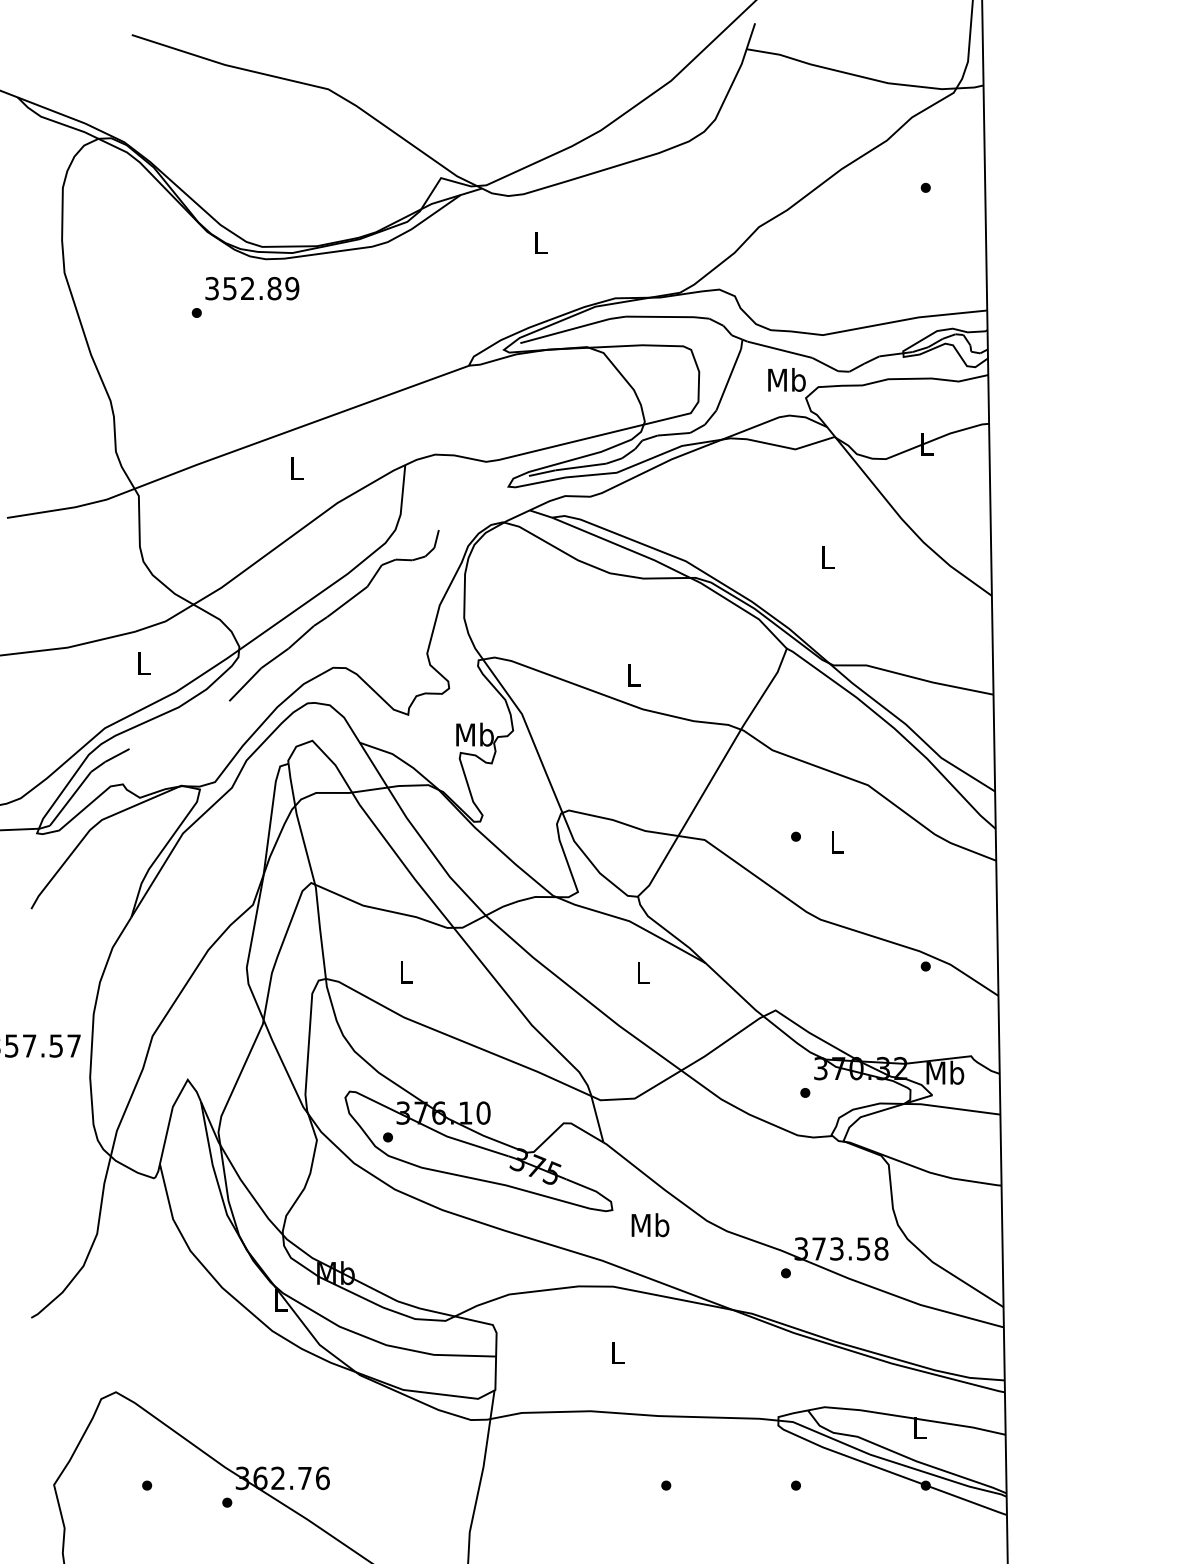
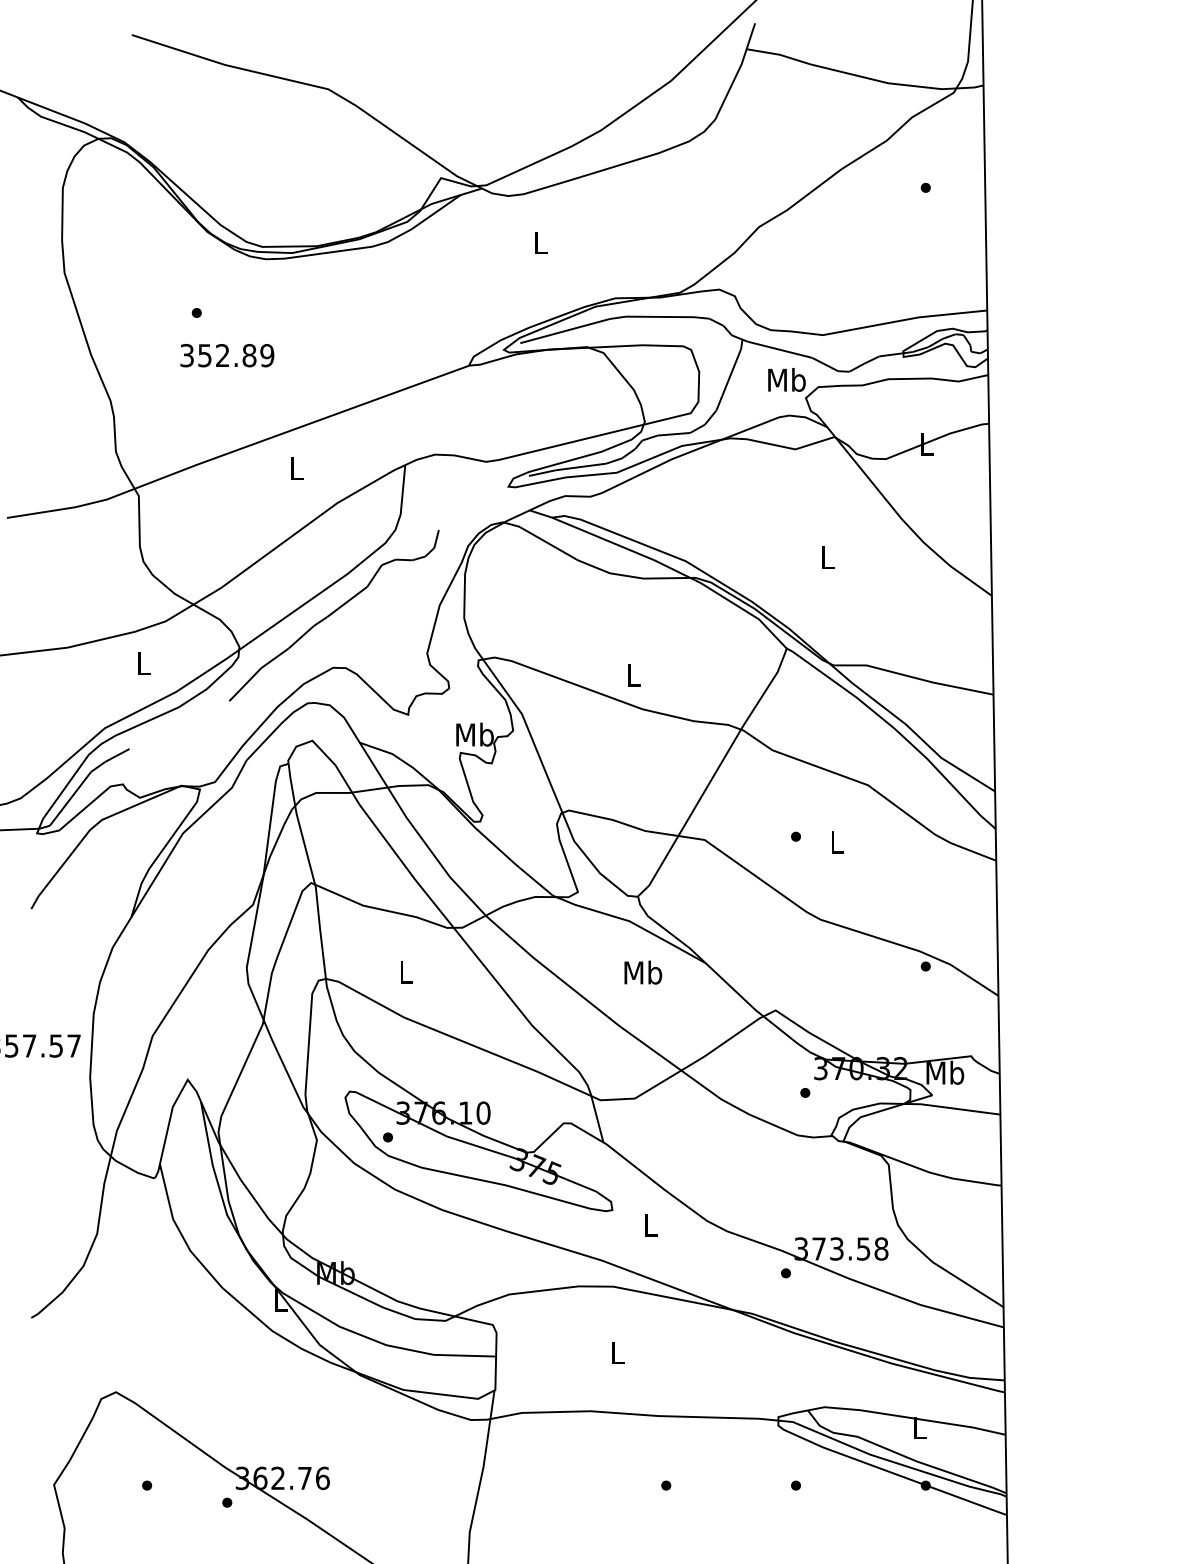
text at (252, 288) position: (252, 288) -> (227, 355)
text at (643, 972): L -> Mb
text at (650, 1225): Mb -> L
